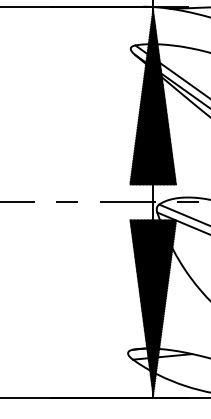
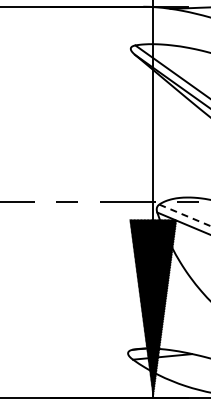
hatch at (152, 96): present -> none
line at (185, 215): solid -> dashed
